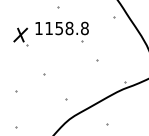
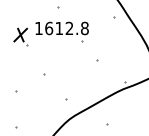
text at (59, 28): 1158.8 -> 1612.8
